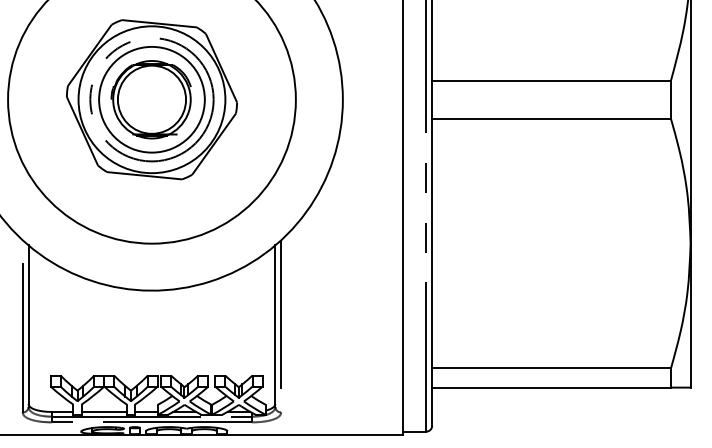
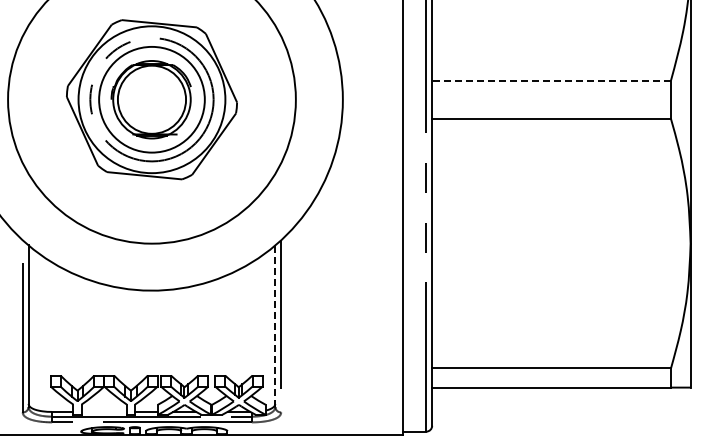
line at (551, 80): solid -> dashed
line at (275, 326): solid -> dashed
line at (103, 411): present -> none
